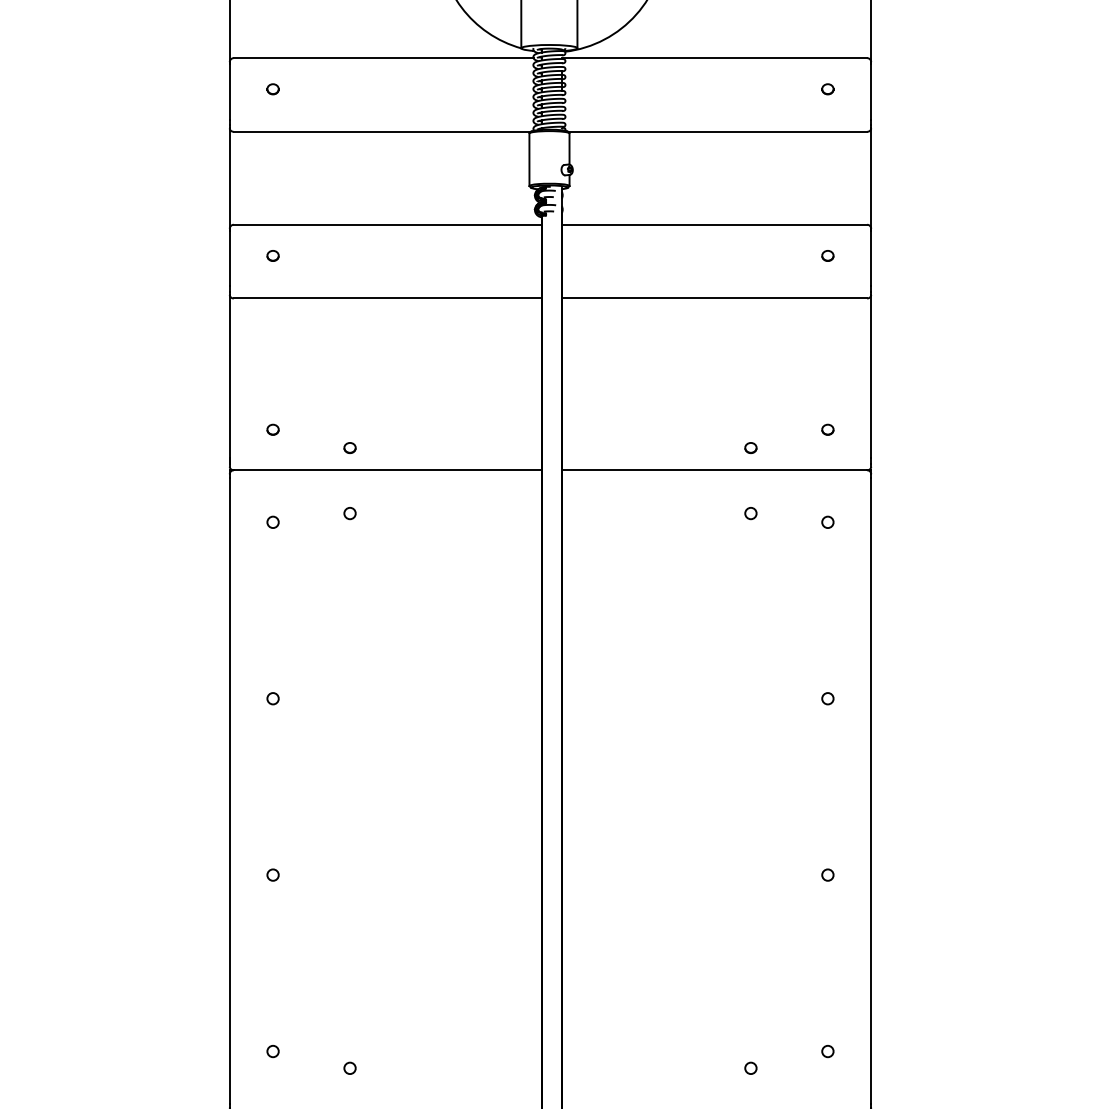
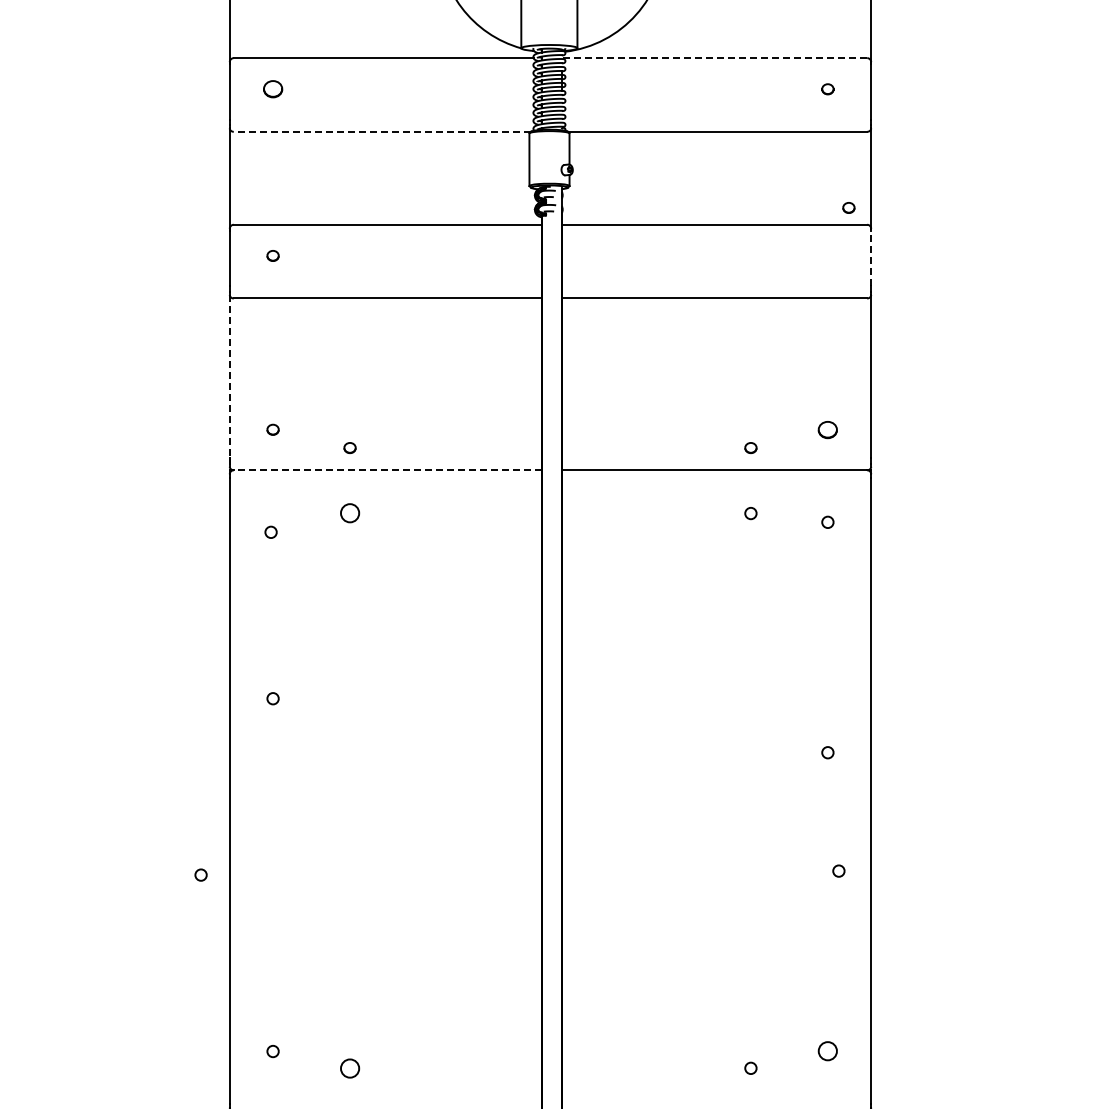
line at (714, 58): solid -> dashed
part at (272, 89) size: 14x13 px -> 21x19 px
line at (382, 131): solid -> dashed
part at (827, 255) position: (827, 255) -> (848, 207)
line at (871, 258): solid -> dashed
line at (229, 376): solid -> dashed
part at (827, 429) size: 14x13 px -> 21x19 px
line at (387, 470): solid -> dashed
circle at (349, 513) size: 14x14 px -> 21x21 px
circle at (272, 521) position: (272, 521) -> (270, 531)
circle at (827, 698) position: (827, 698) -> (827, 752)
circle at (272, 874) position: (272, 874) -> (200, 874)
circle at (827, 874) position: (827, 874) -> (838, 870)
circle at (827, 1051) size: 14x14 px -> 21x21 px
circle at (349, 1067) size: 14x14 px -> 21x21 px
